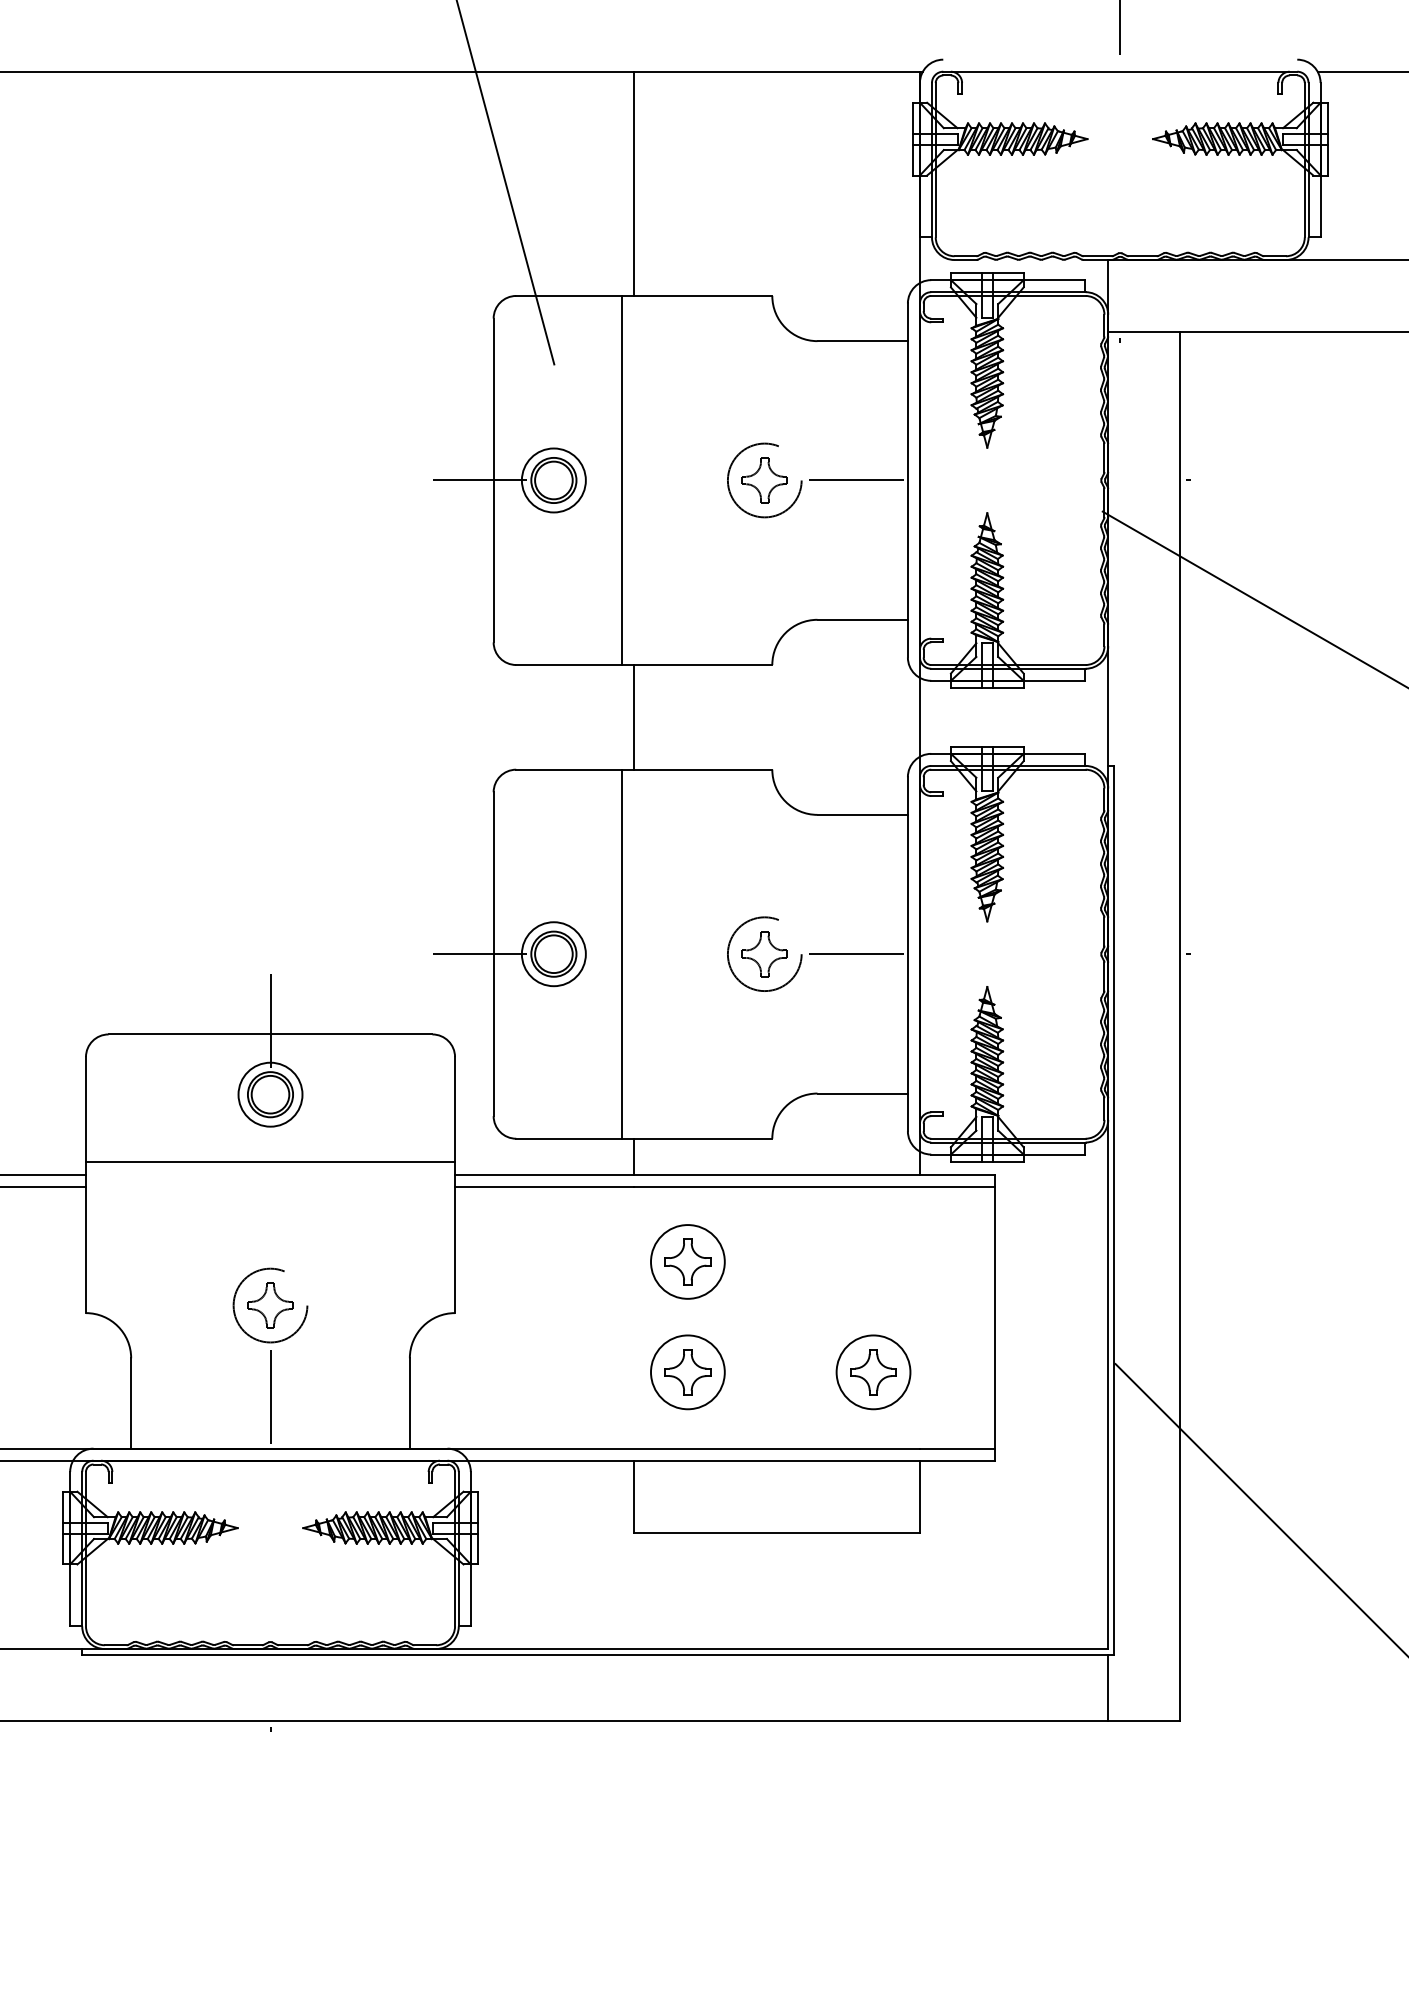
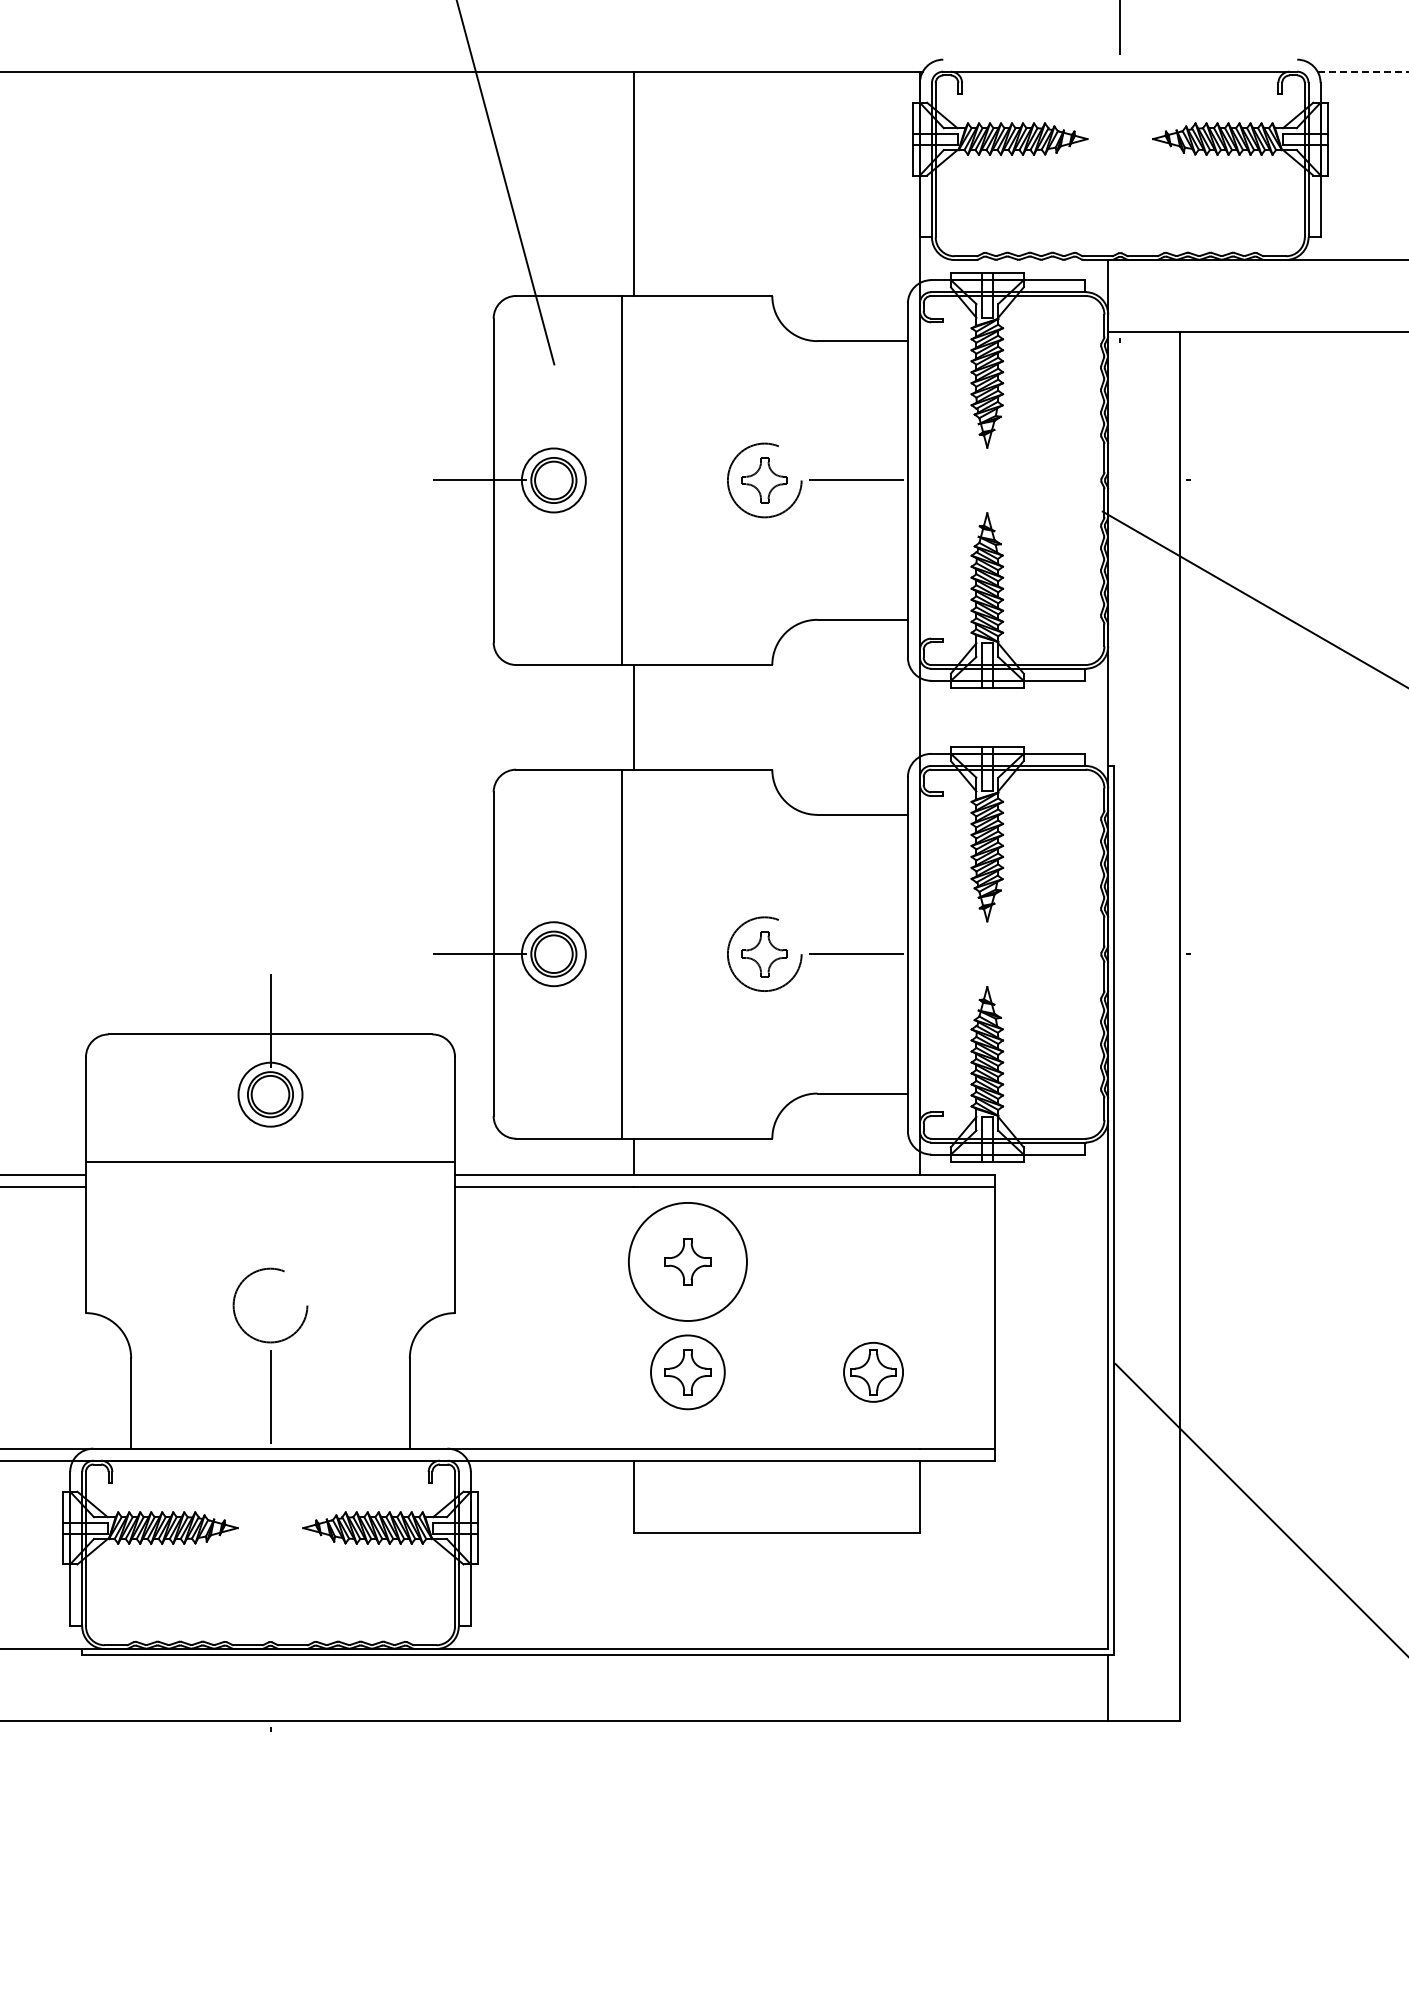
line at (1363, 71): solid -> dashed
circle at (687, 1261) diameter: 74 px -> 118 px
part at (270, 1305): present -> none
circle at (873, 1372) diameter: 74 px -> 59 px
